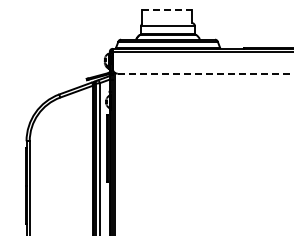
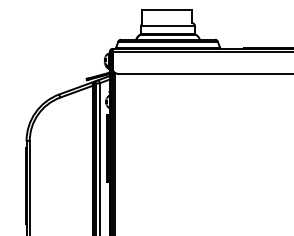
line at (167, 9): dashed -> solid
line at (205, 73): dashed -> solid
